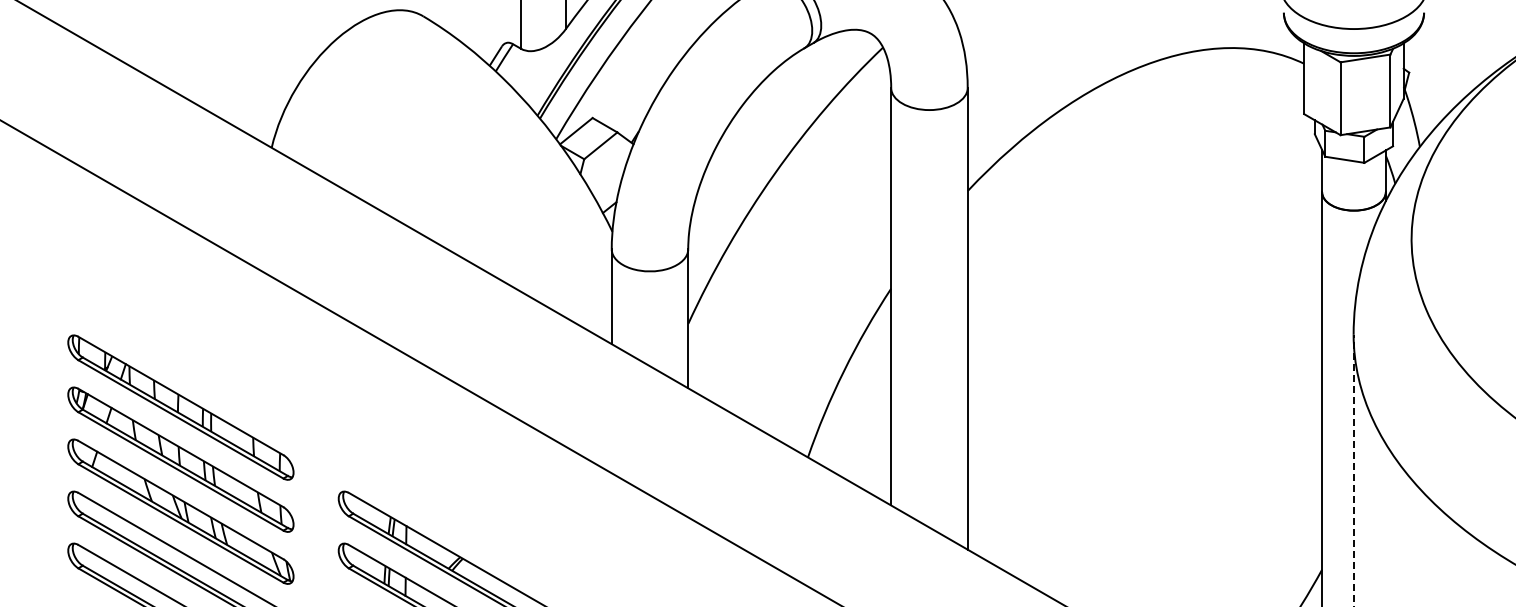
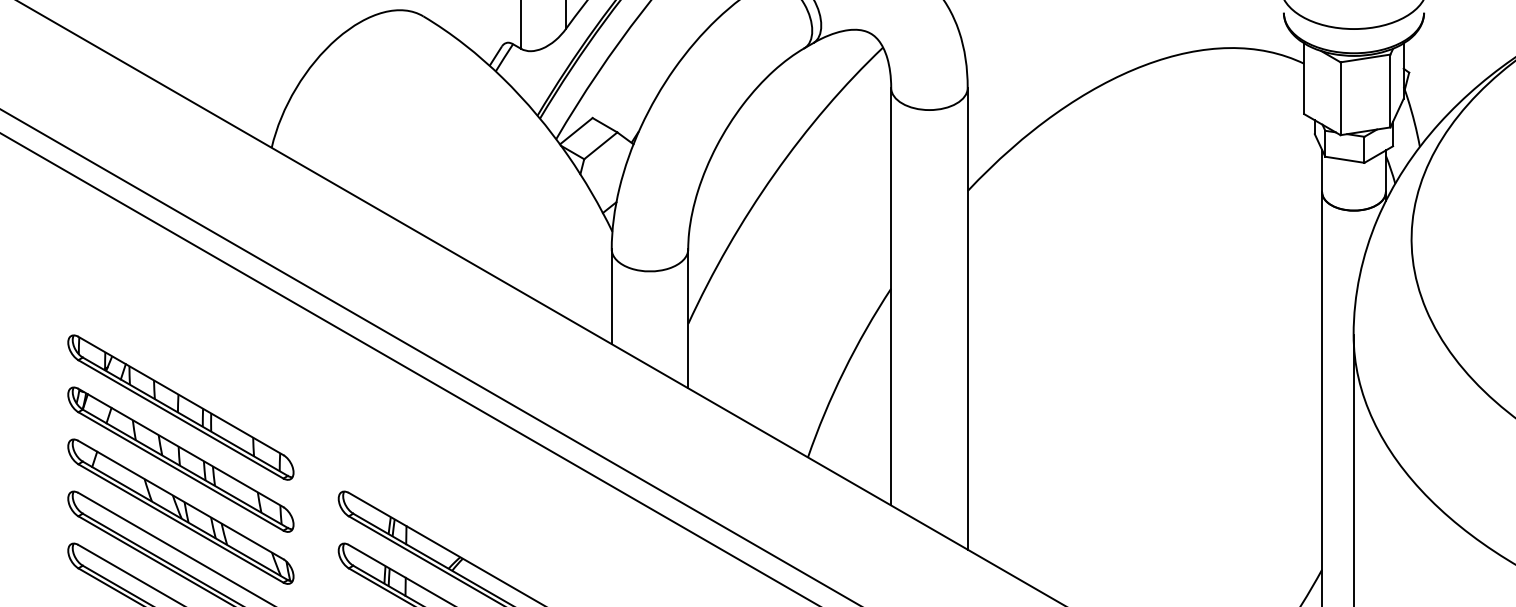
line at (429, 356): none -> present
line at (420, 362) position: (420, 362) -> (408, 368)
line at (1353, 470): dashed -> solid
